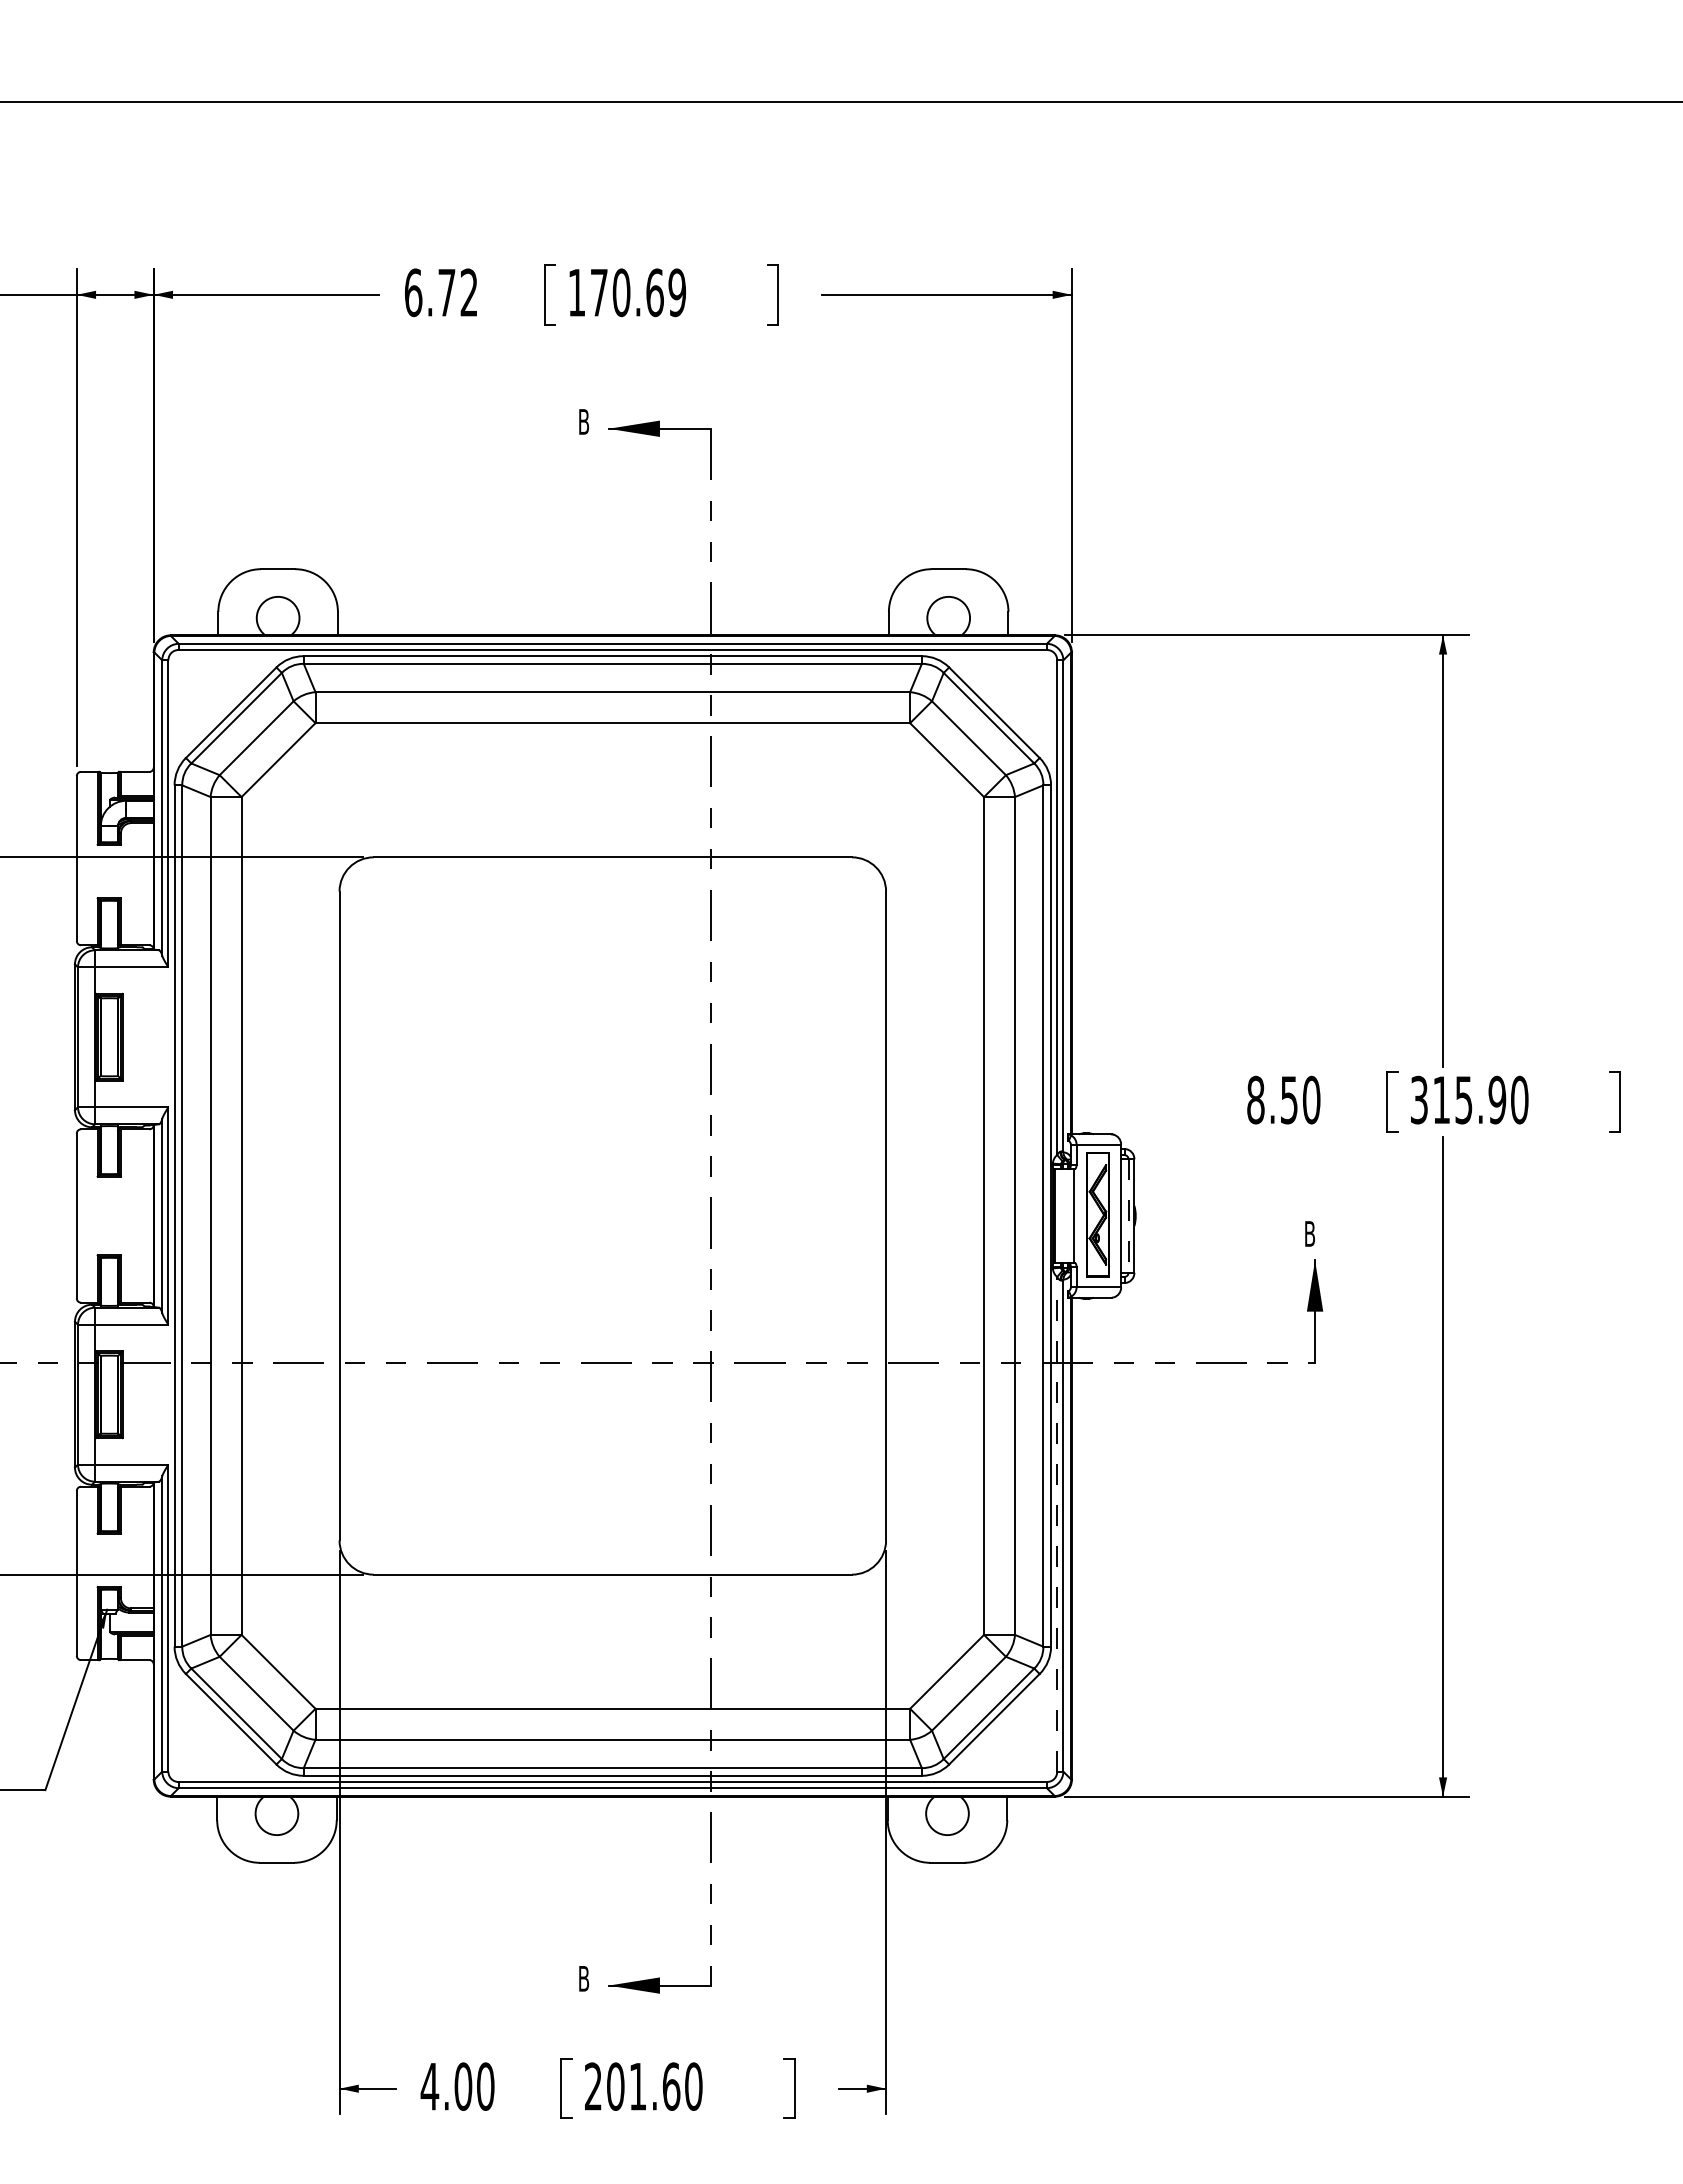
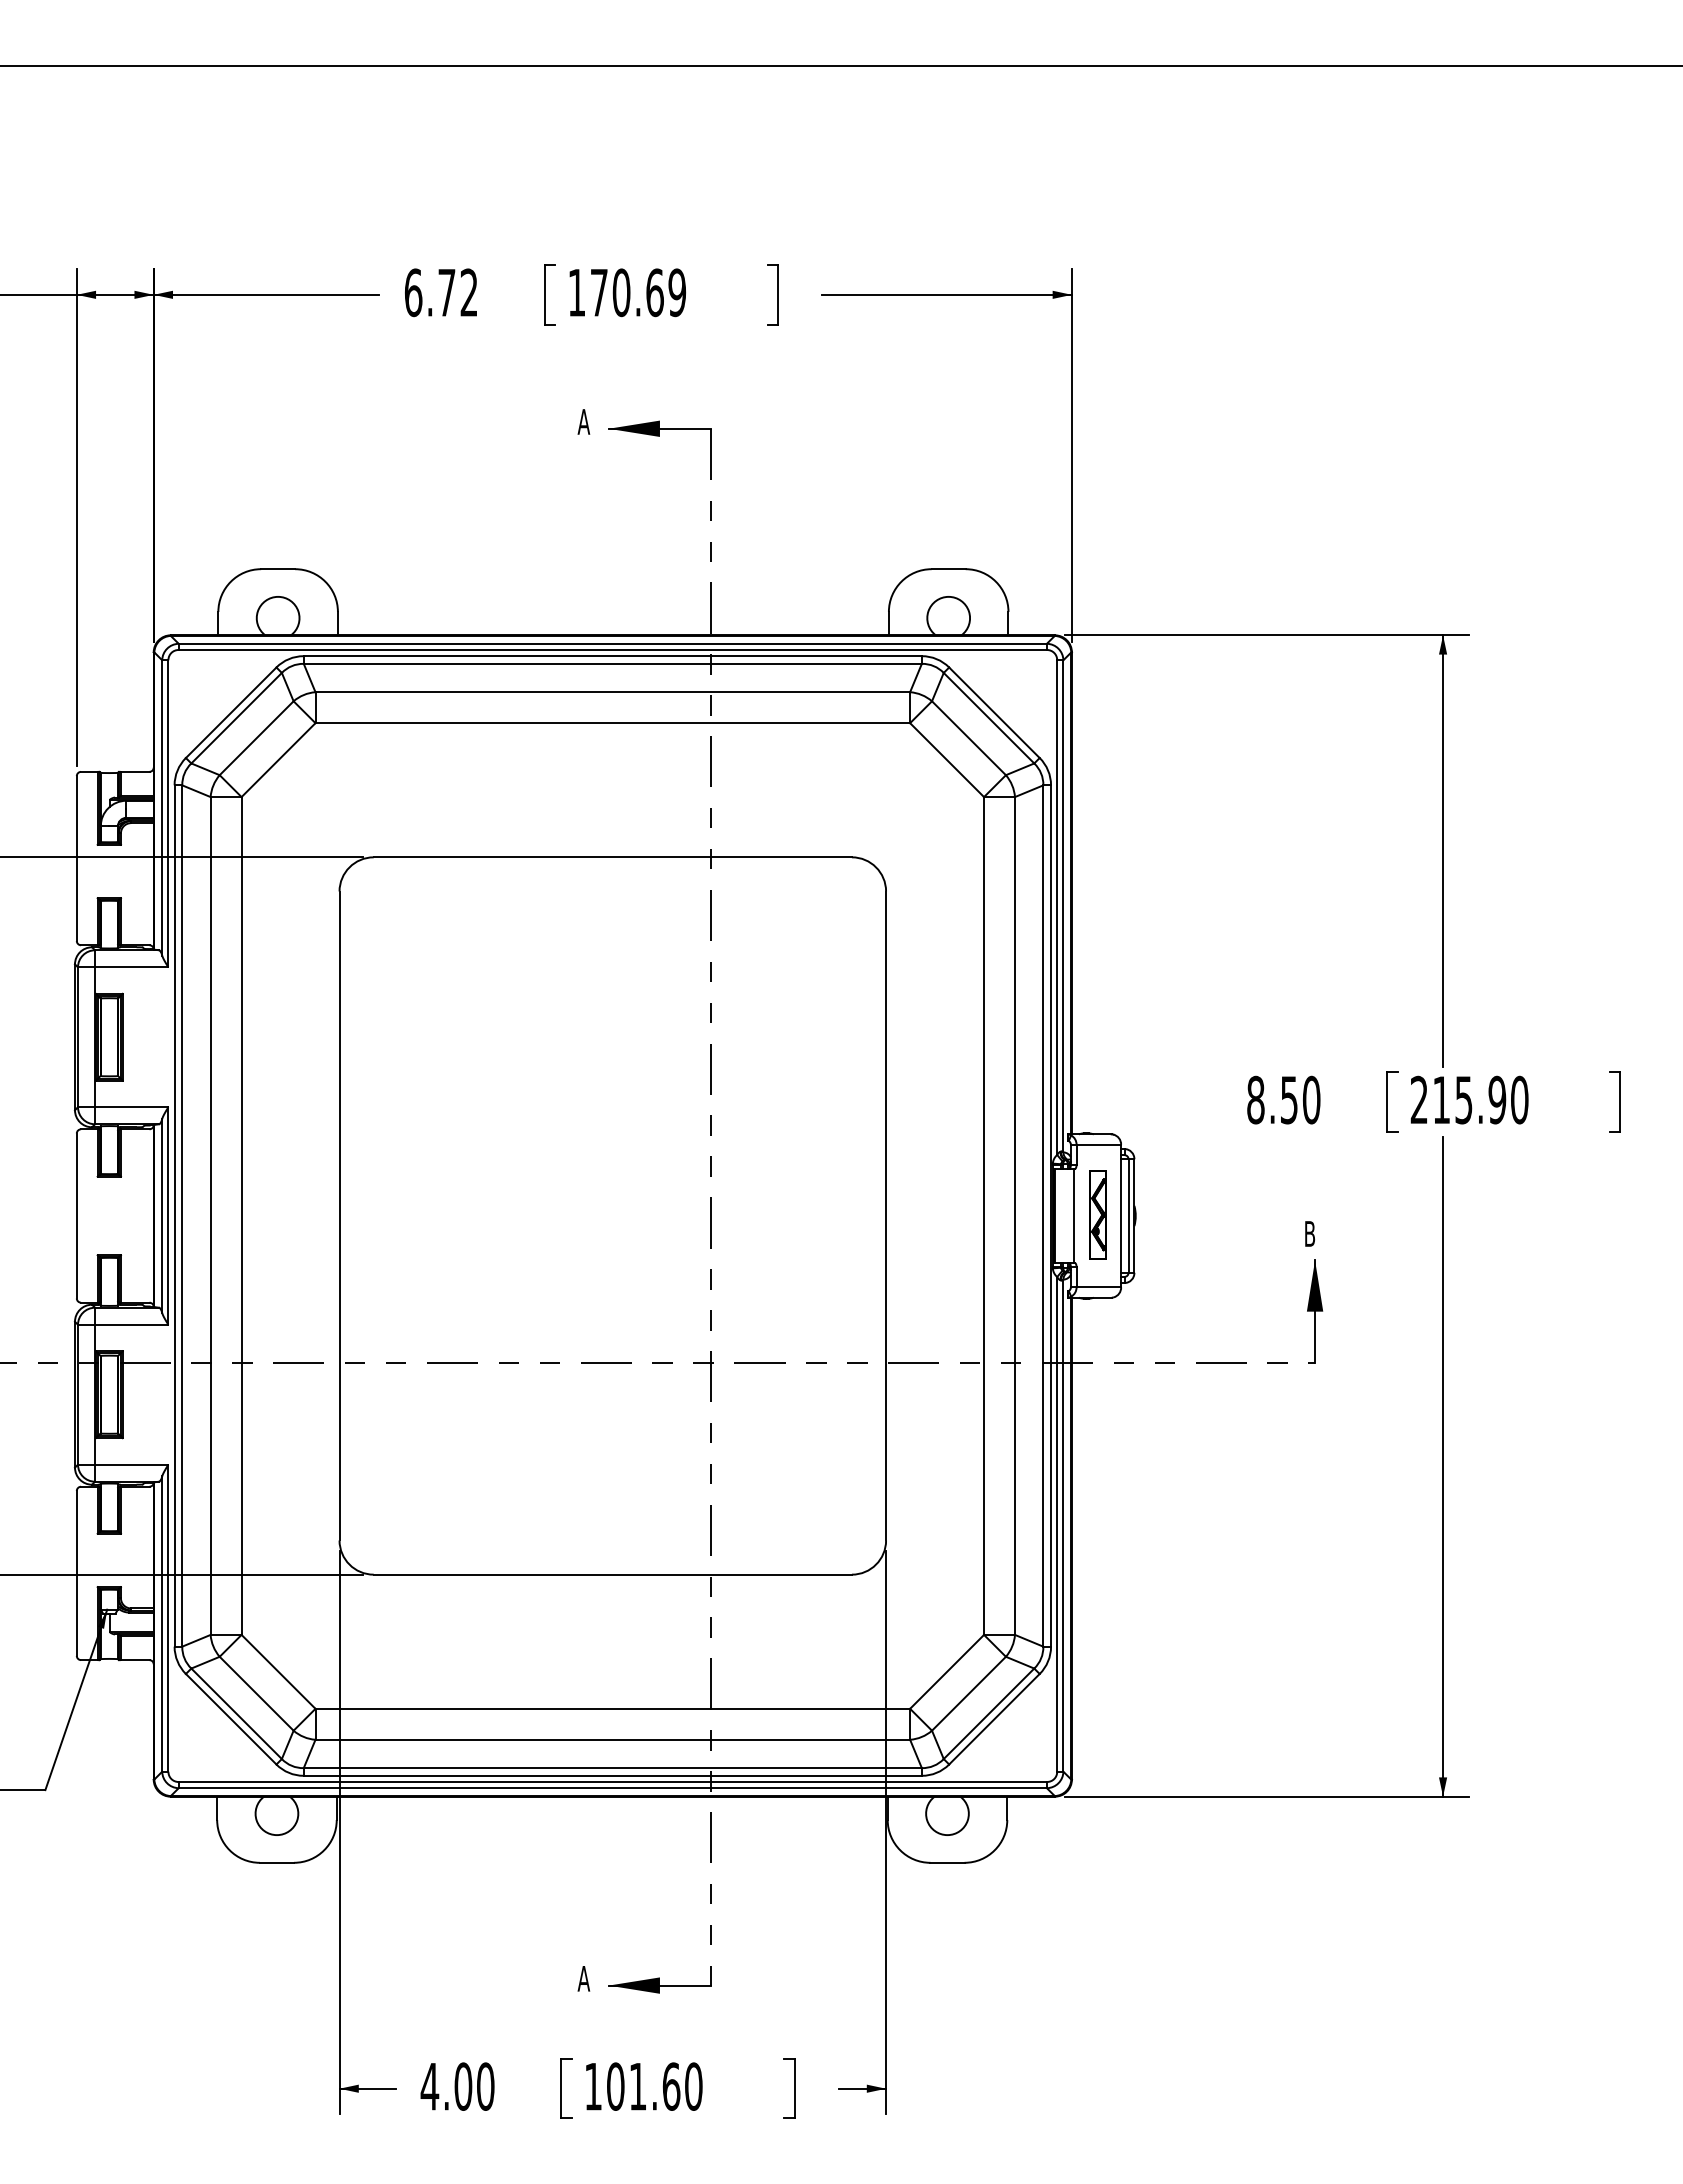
line at (840, 101) position: (840, 101) -> (840, 65)
text at (583, 421): B -> A
text at (1418, 1100): 315.90 -> 215.90
part at (1097, 1214) size: 24x126 px -> 18x90 px
line at (1128, 1216): dashed -> solid
line at (1057, 1523): dashed -> solid
text at (583, 1978): B -> A
text at (593, 2086): 201.60 -> 101.60
